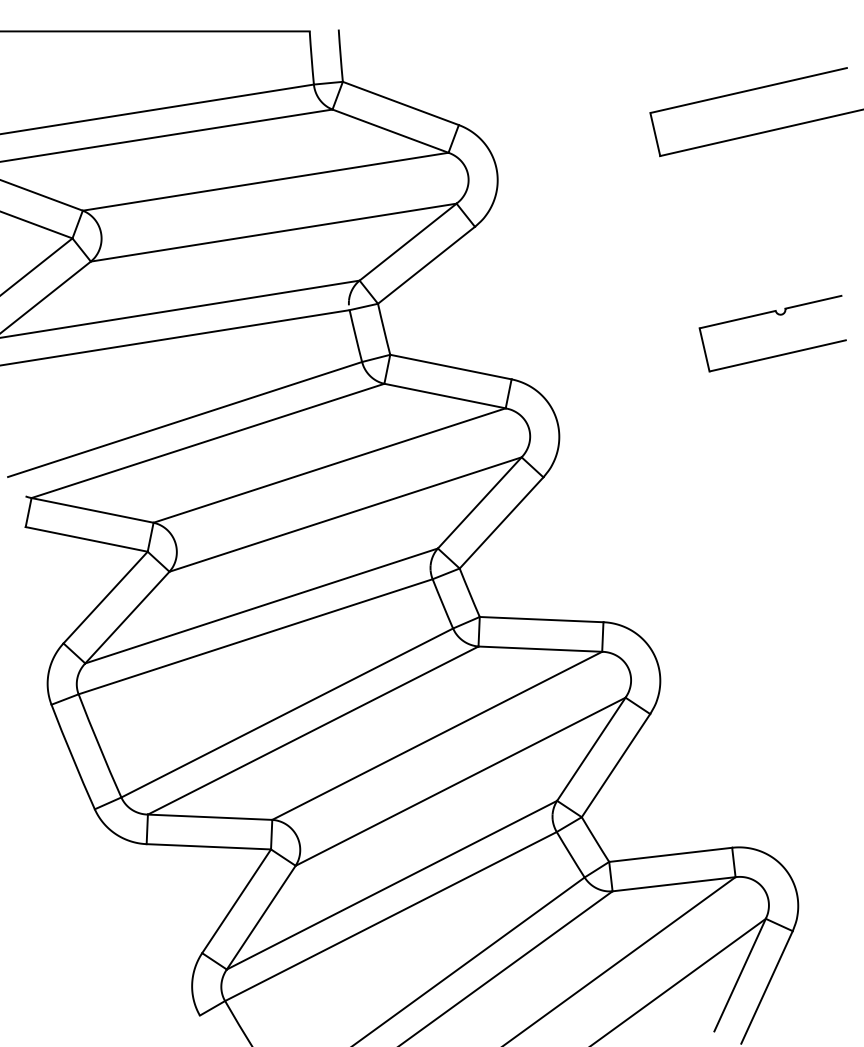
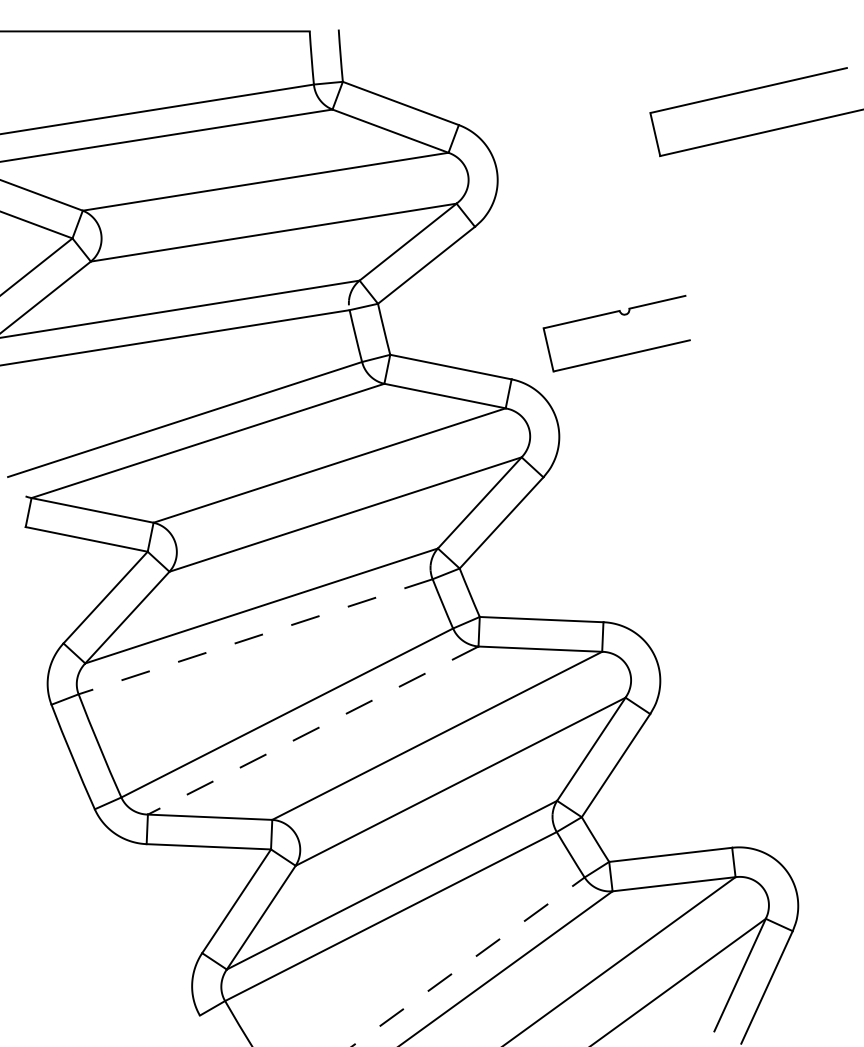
part at (778, 315) position: (778, 315) -> (622, 315)
line at (255, 636): solid -> dashed
line at (312, 730): solid -> dashed
line at (468, 961): solid -> dashed
